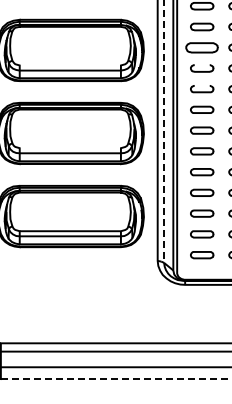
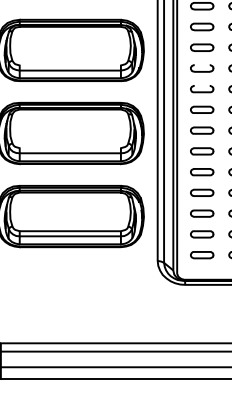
part at (201, 47) size: 34x12 px -> 25x9 px
line at (164, 136): dashed -> solid
line at (116, 379): dashed -> solid
